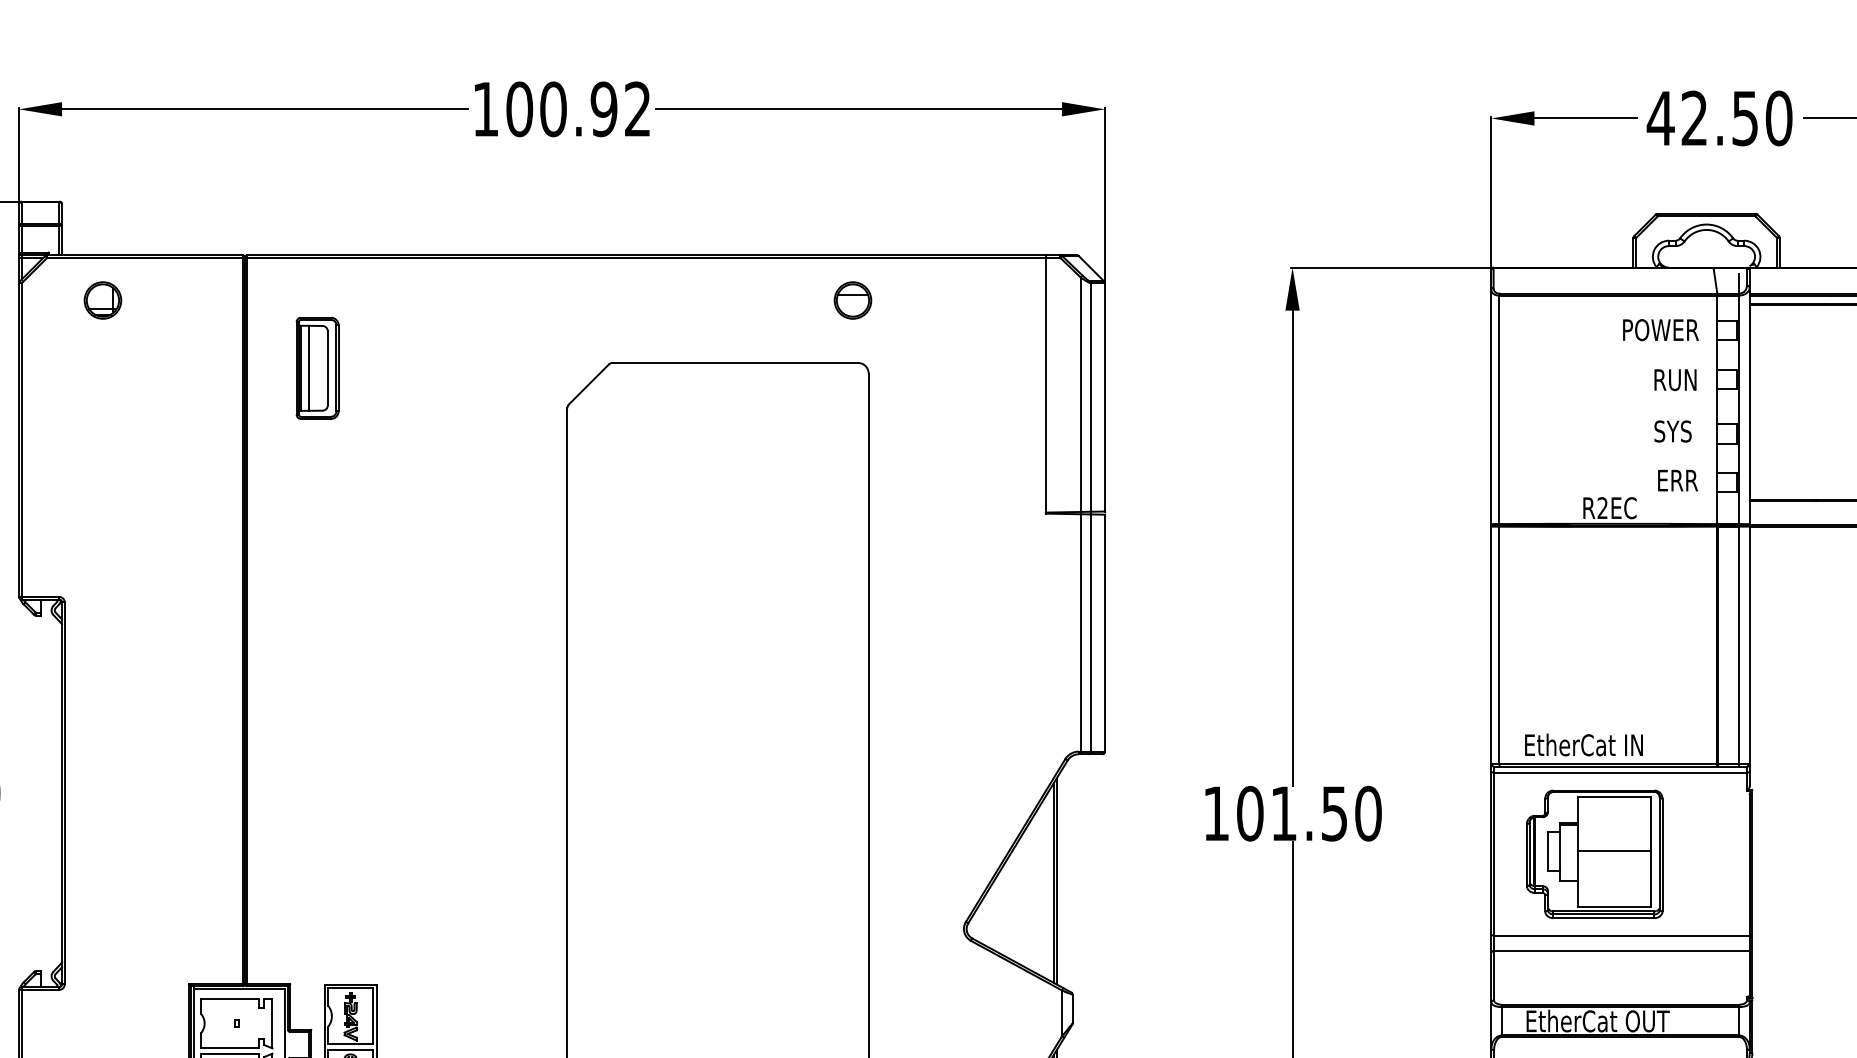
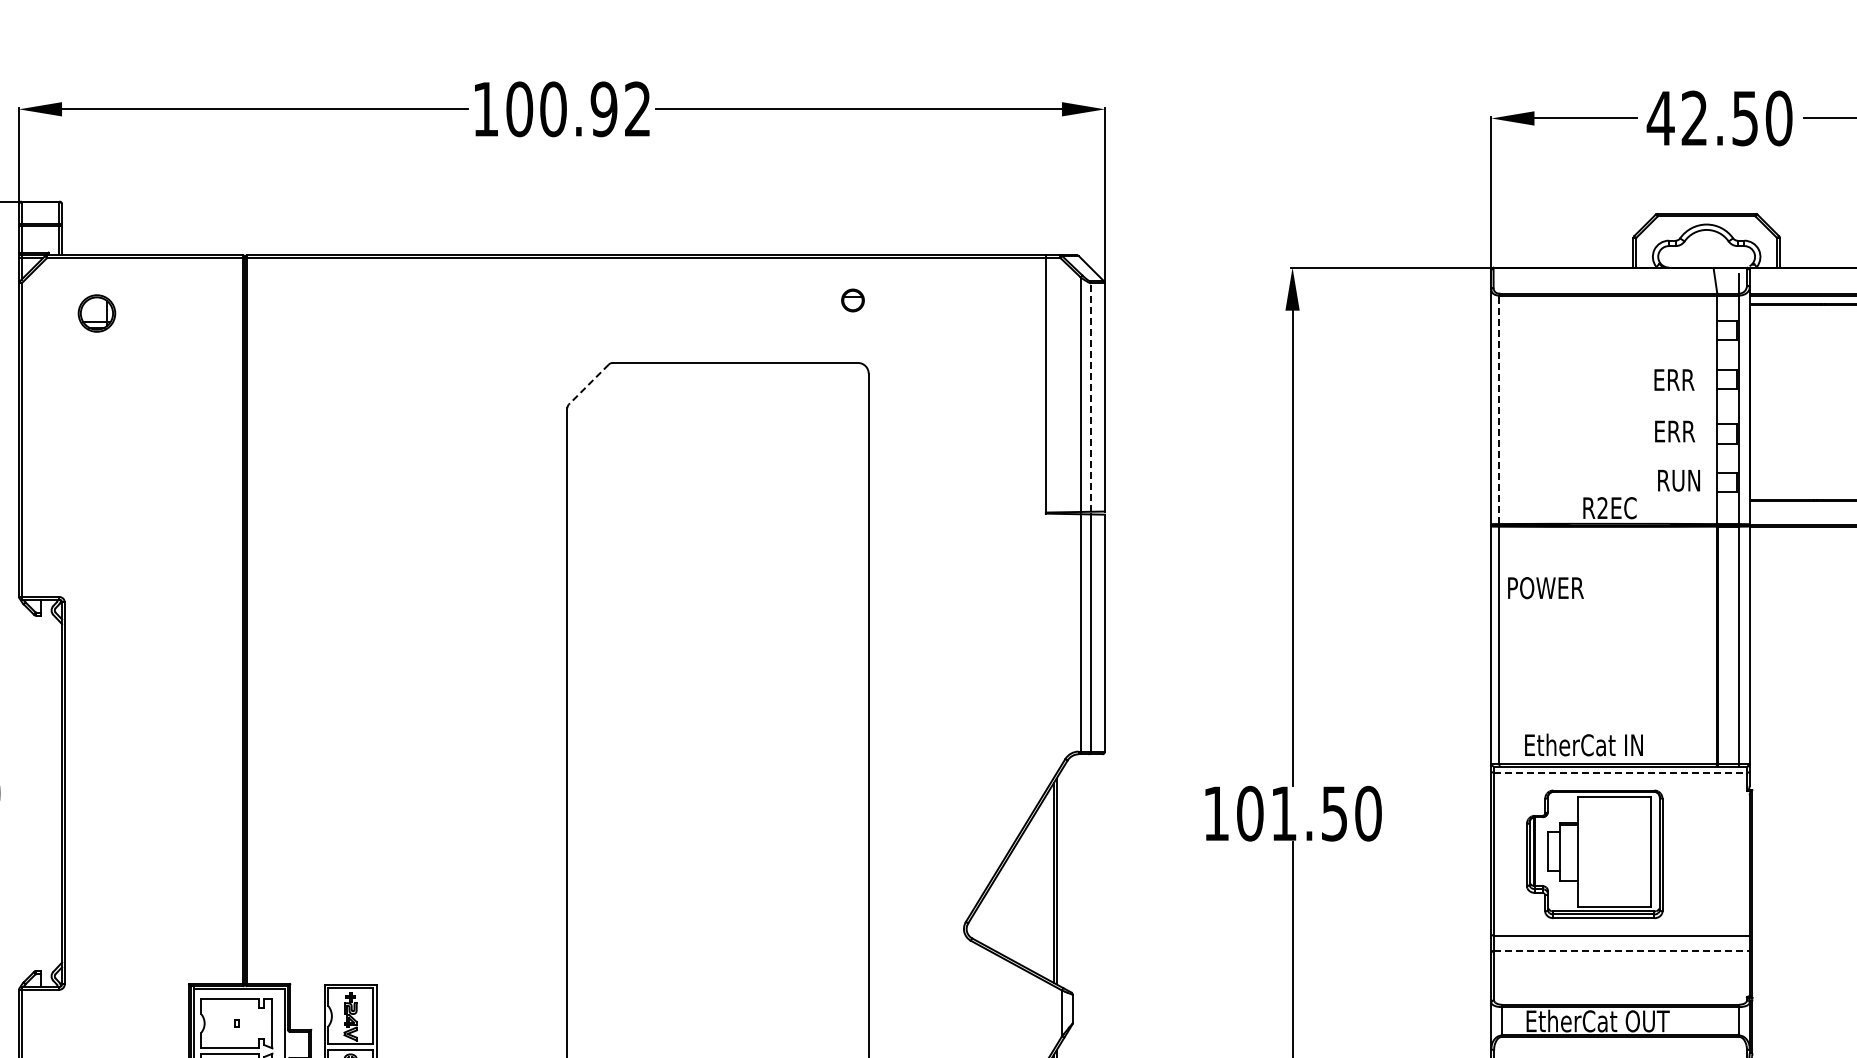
part at (102, 300) position: (102, 300) -> (96, 313)
part at (852, 300) size: 40x39 px -> 24x25 px
text at (1660, 330) position: (1660, 330) -> (1545, 588)
part at (317, 367): present -> none
text at (1676, 380): RUN -> ERR
line at (588, 384): solid -> dashed
line at (1091, 397): solid -> dashed
line at (1499, 409): solid -> dashed
text at (1674, 431): SYS -> ERR
text at (1680, 480): ERR -> RUN
line at (1621, 772): solid -> dashed
line at (1614, 850): present -> none
line at (1621, 950): solid -> dashed
